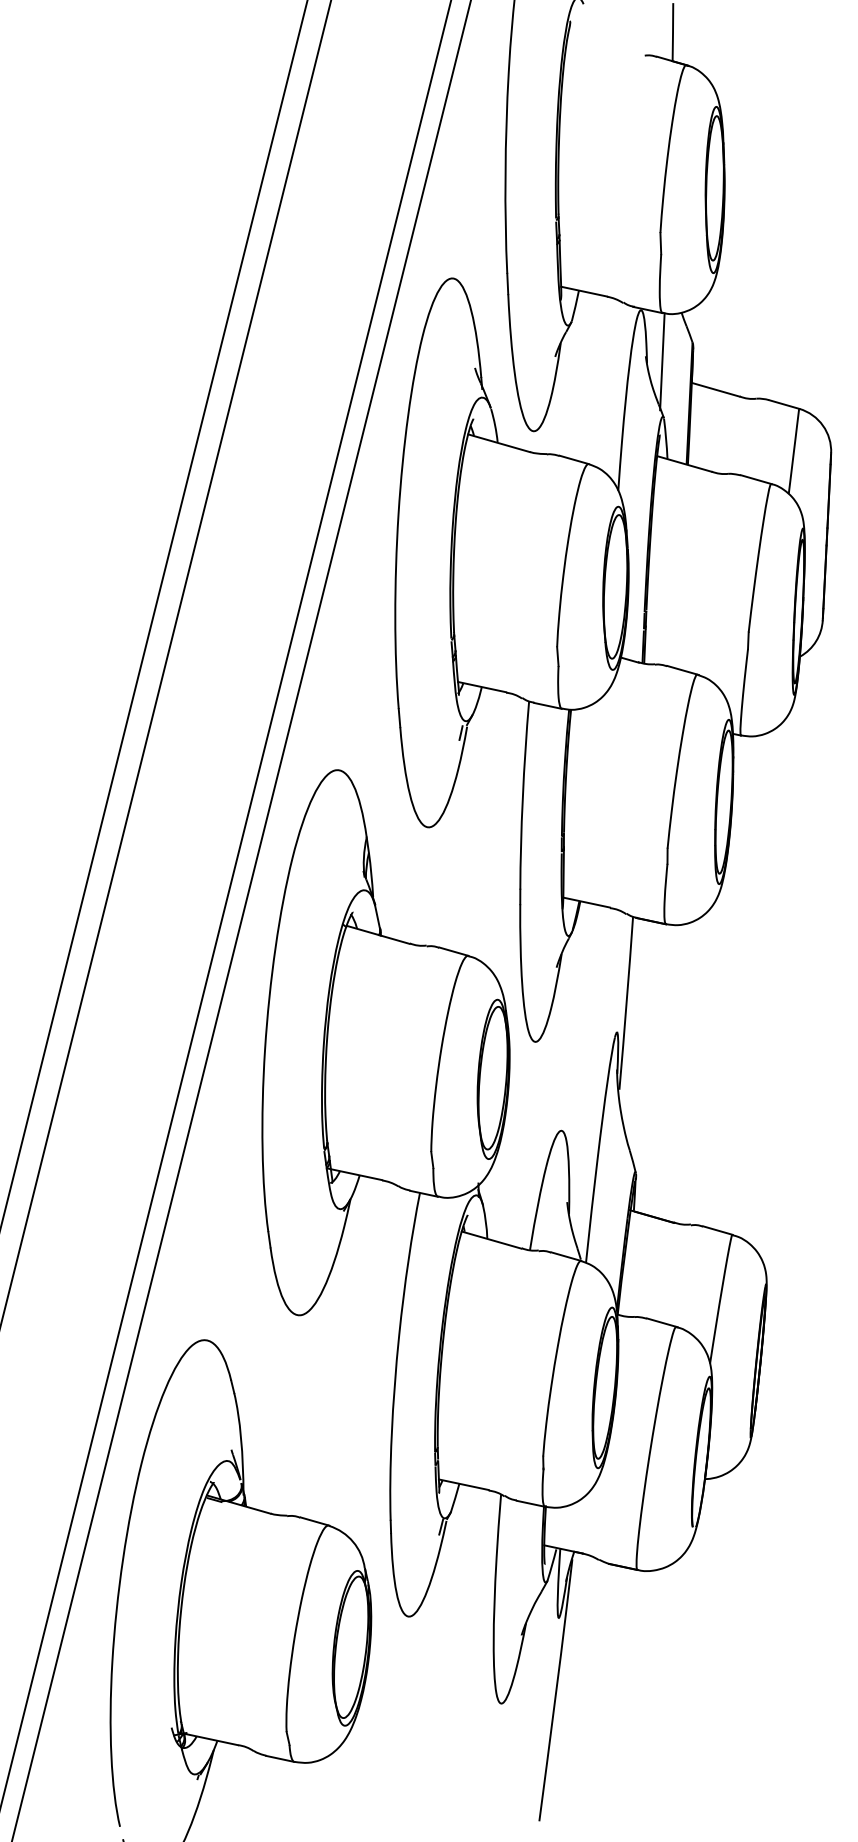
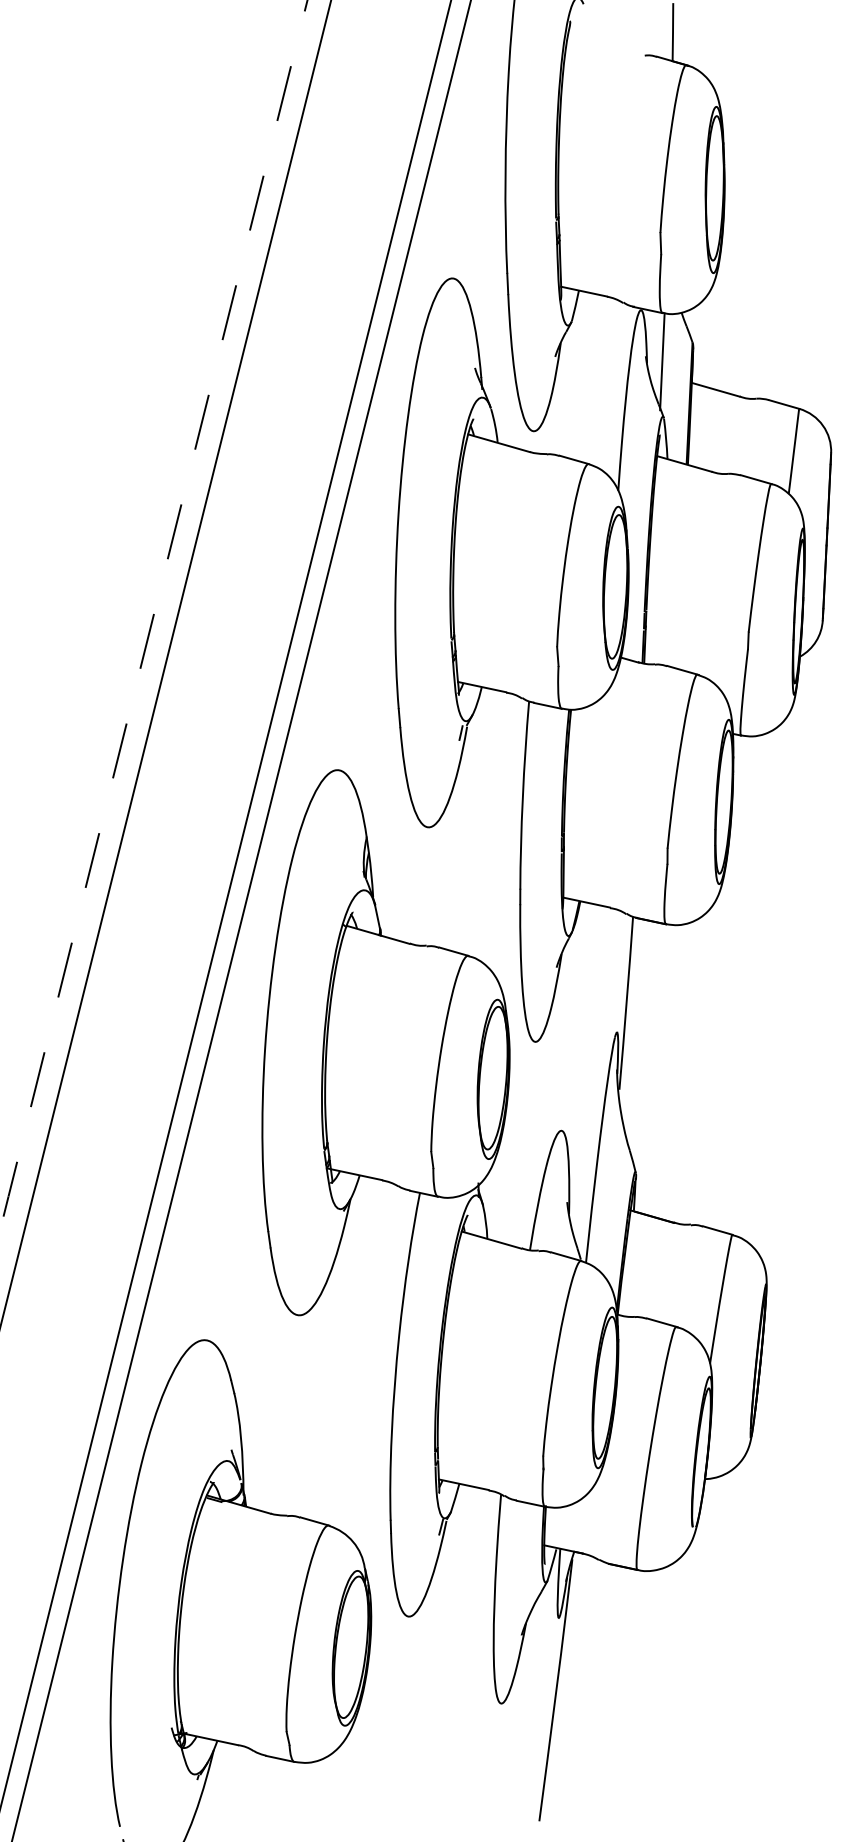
arc at (153, 615): solid -> dashed
